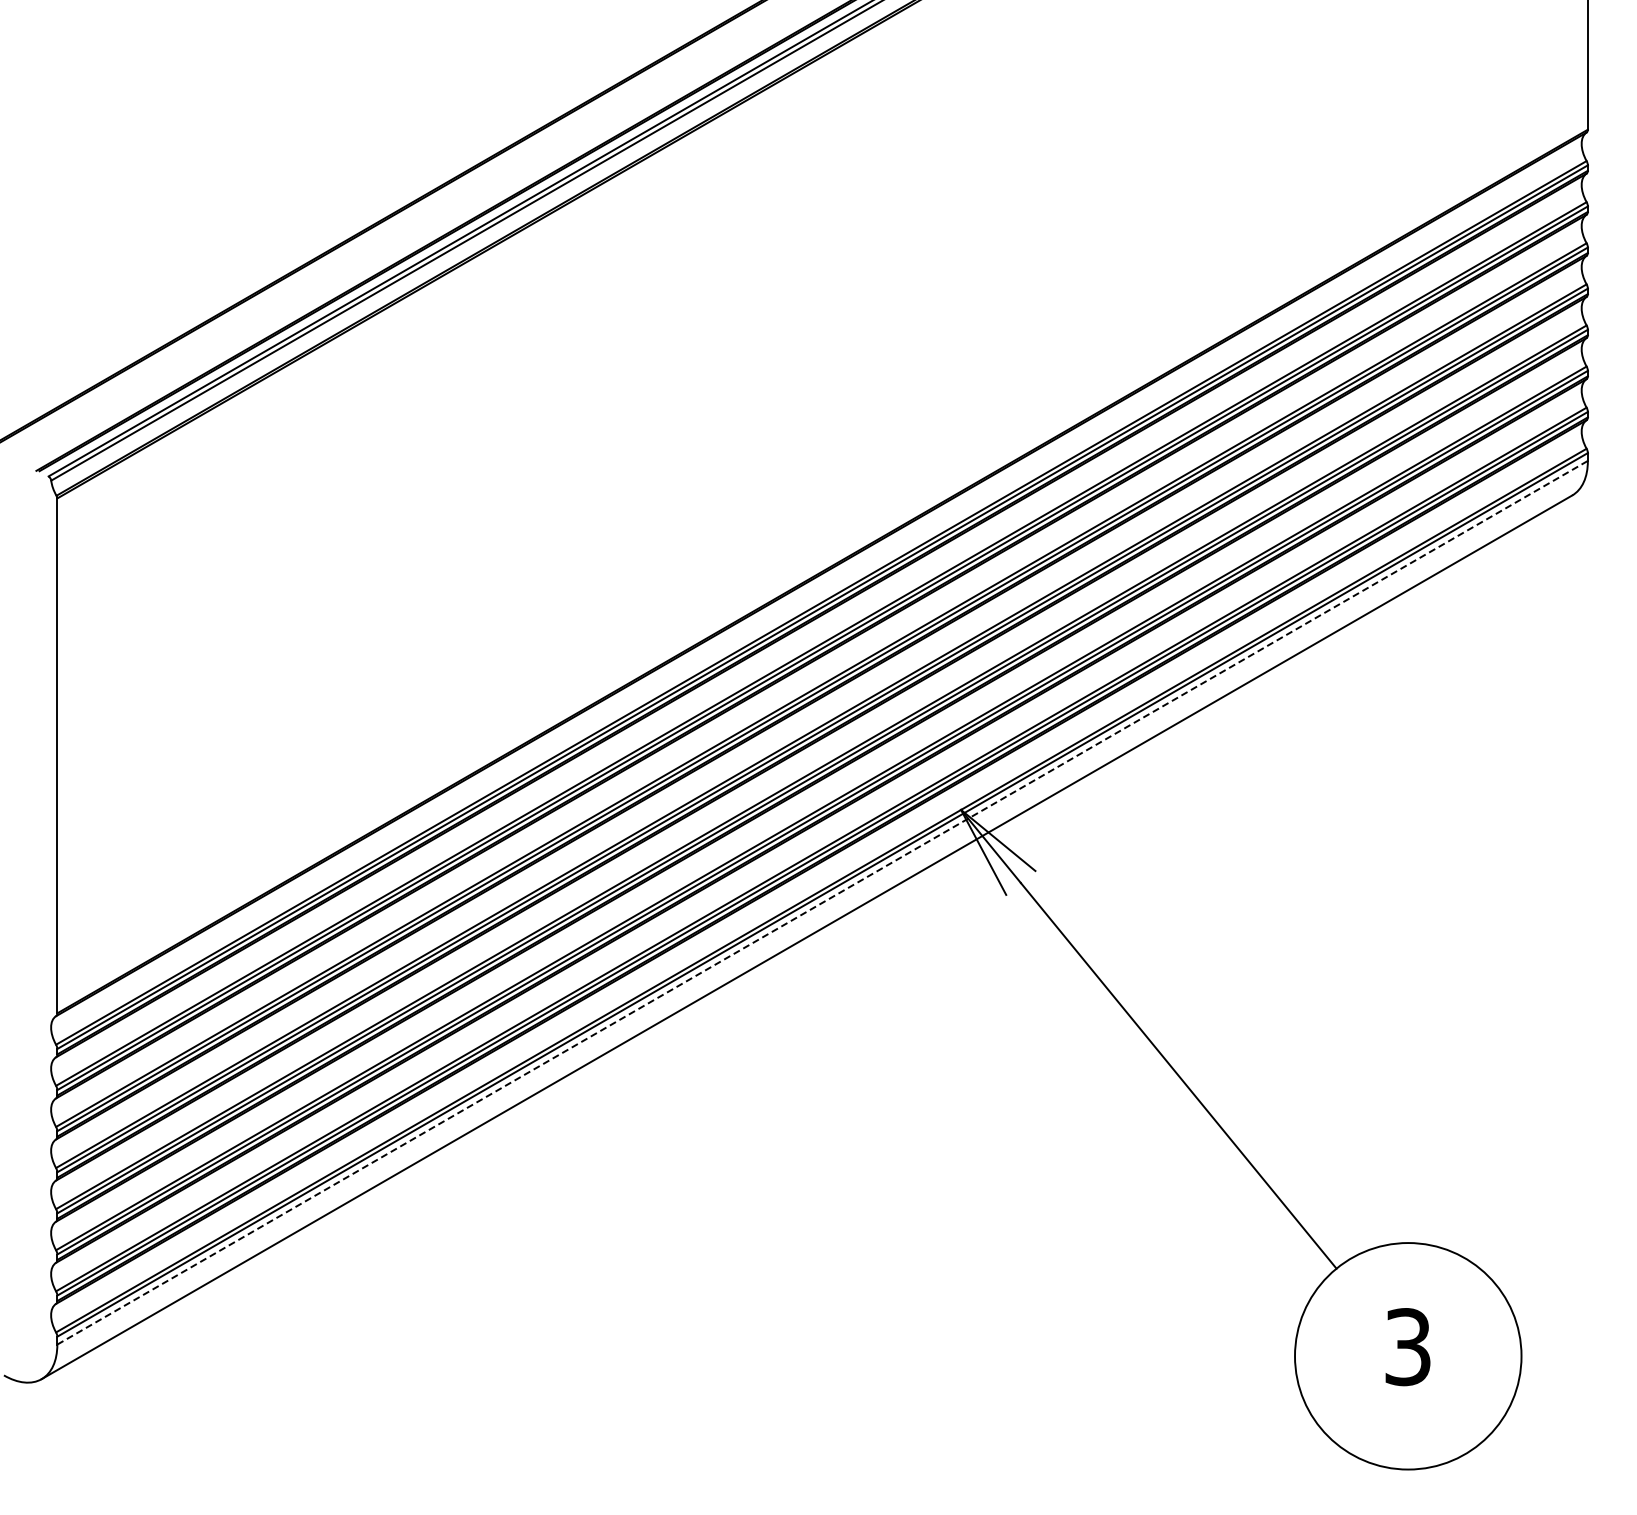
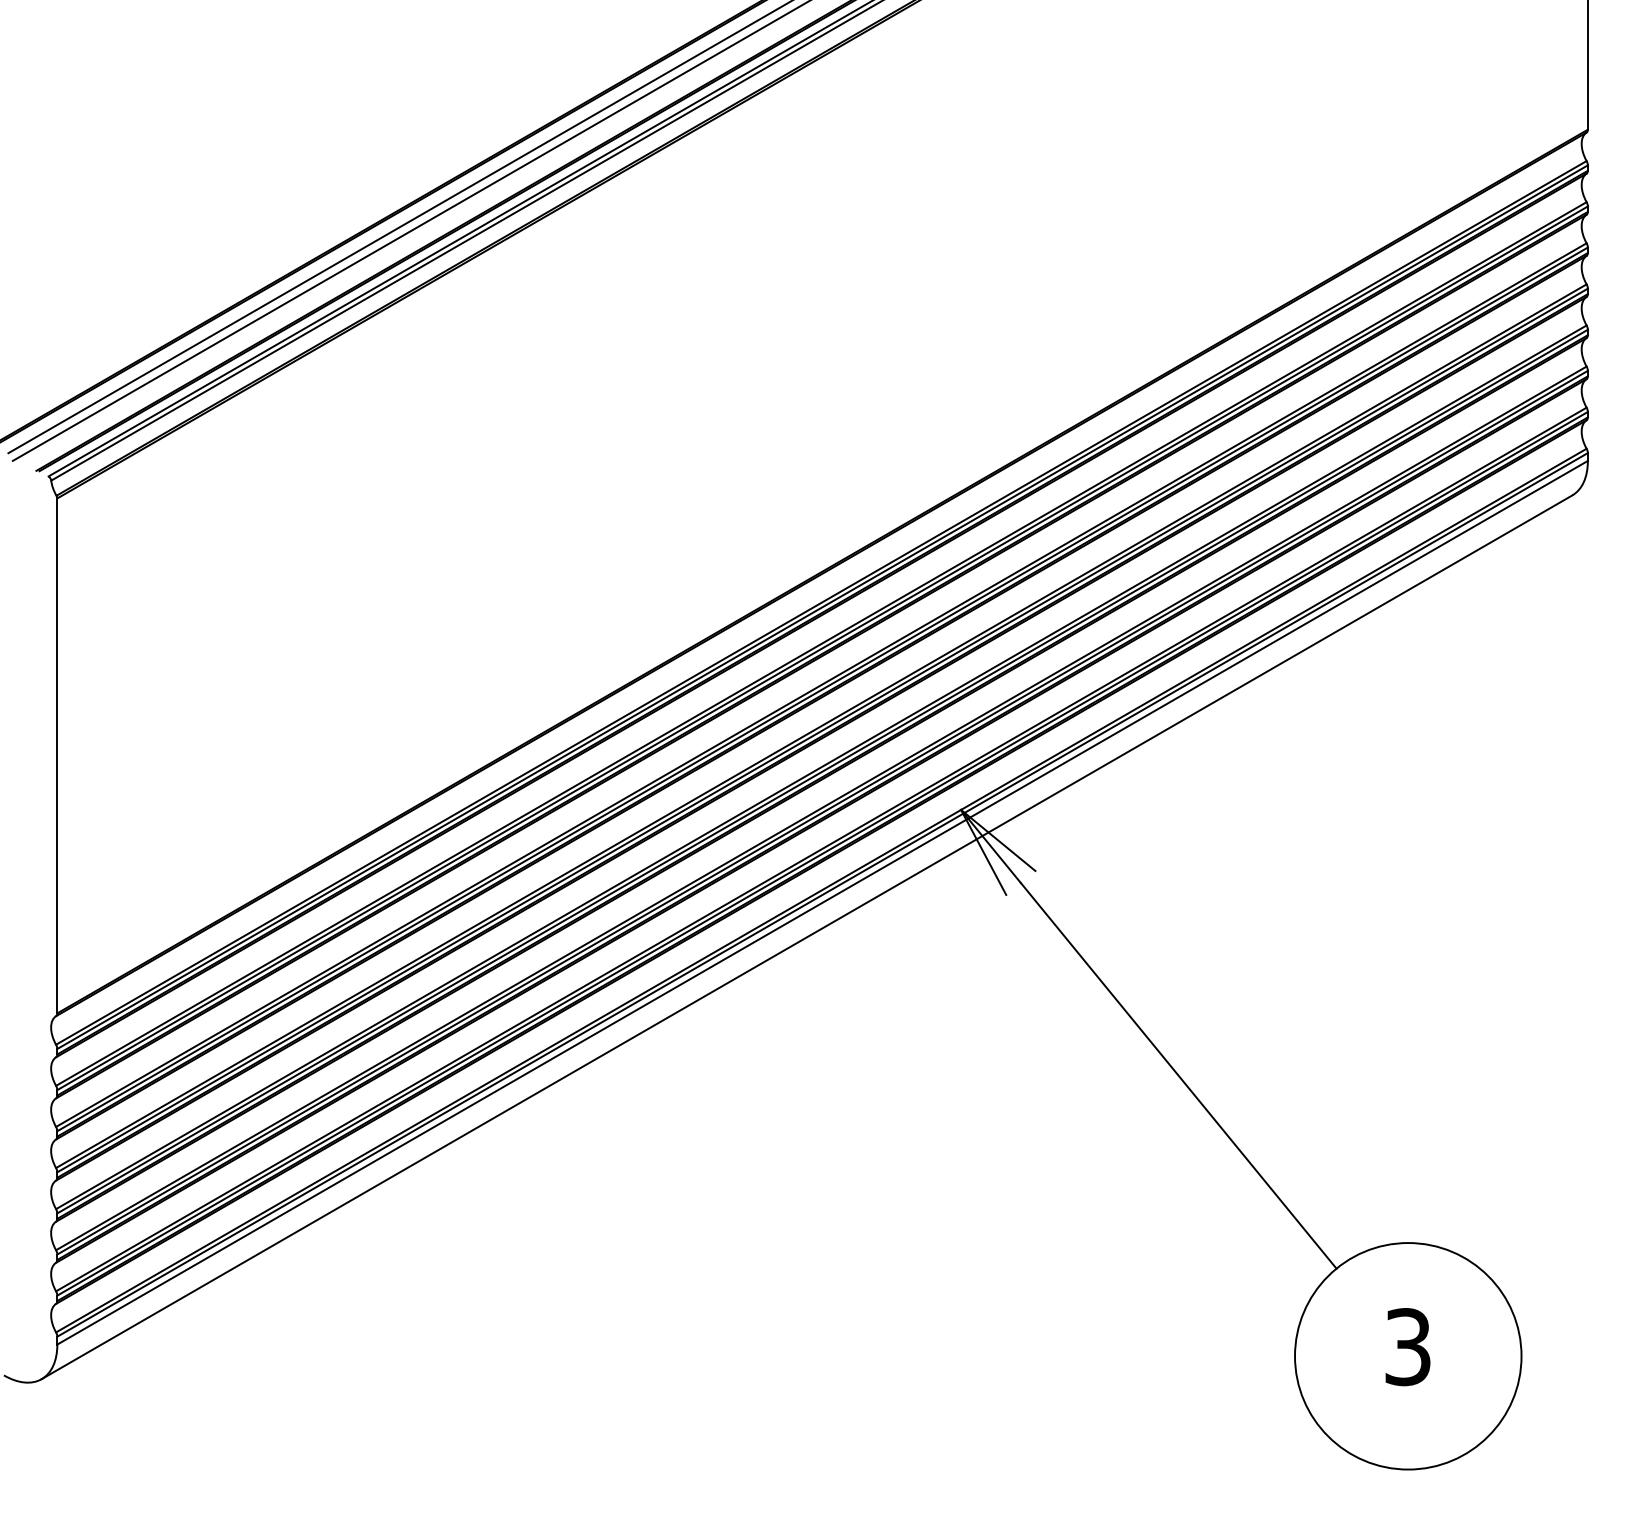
line at (398, 227): none -> present
line at (409, 231): none -> present
line at (822, 902): dashed -> solid
